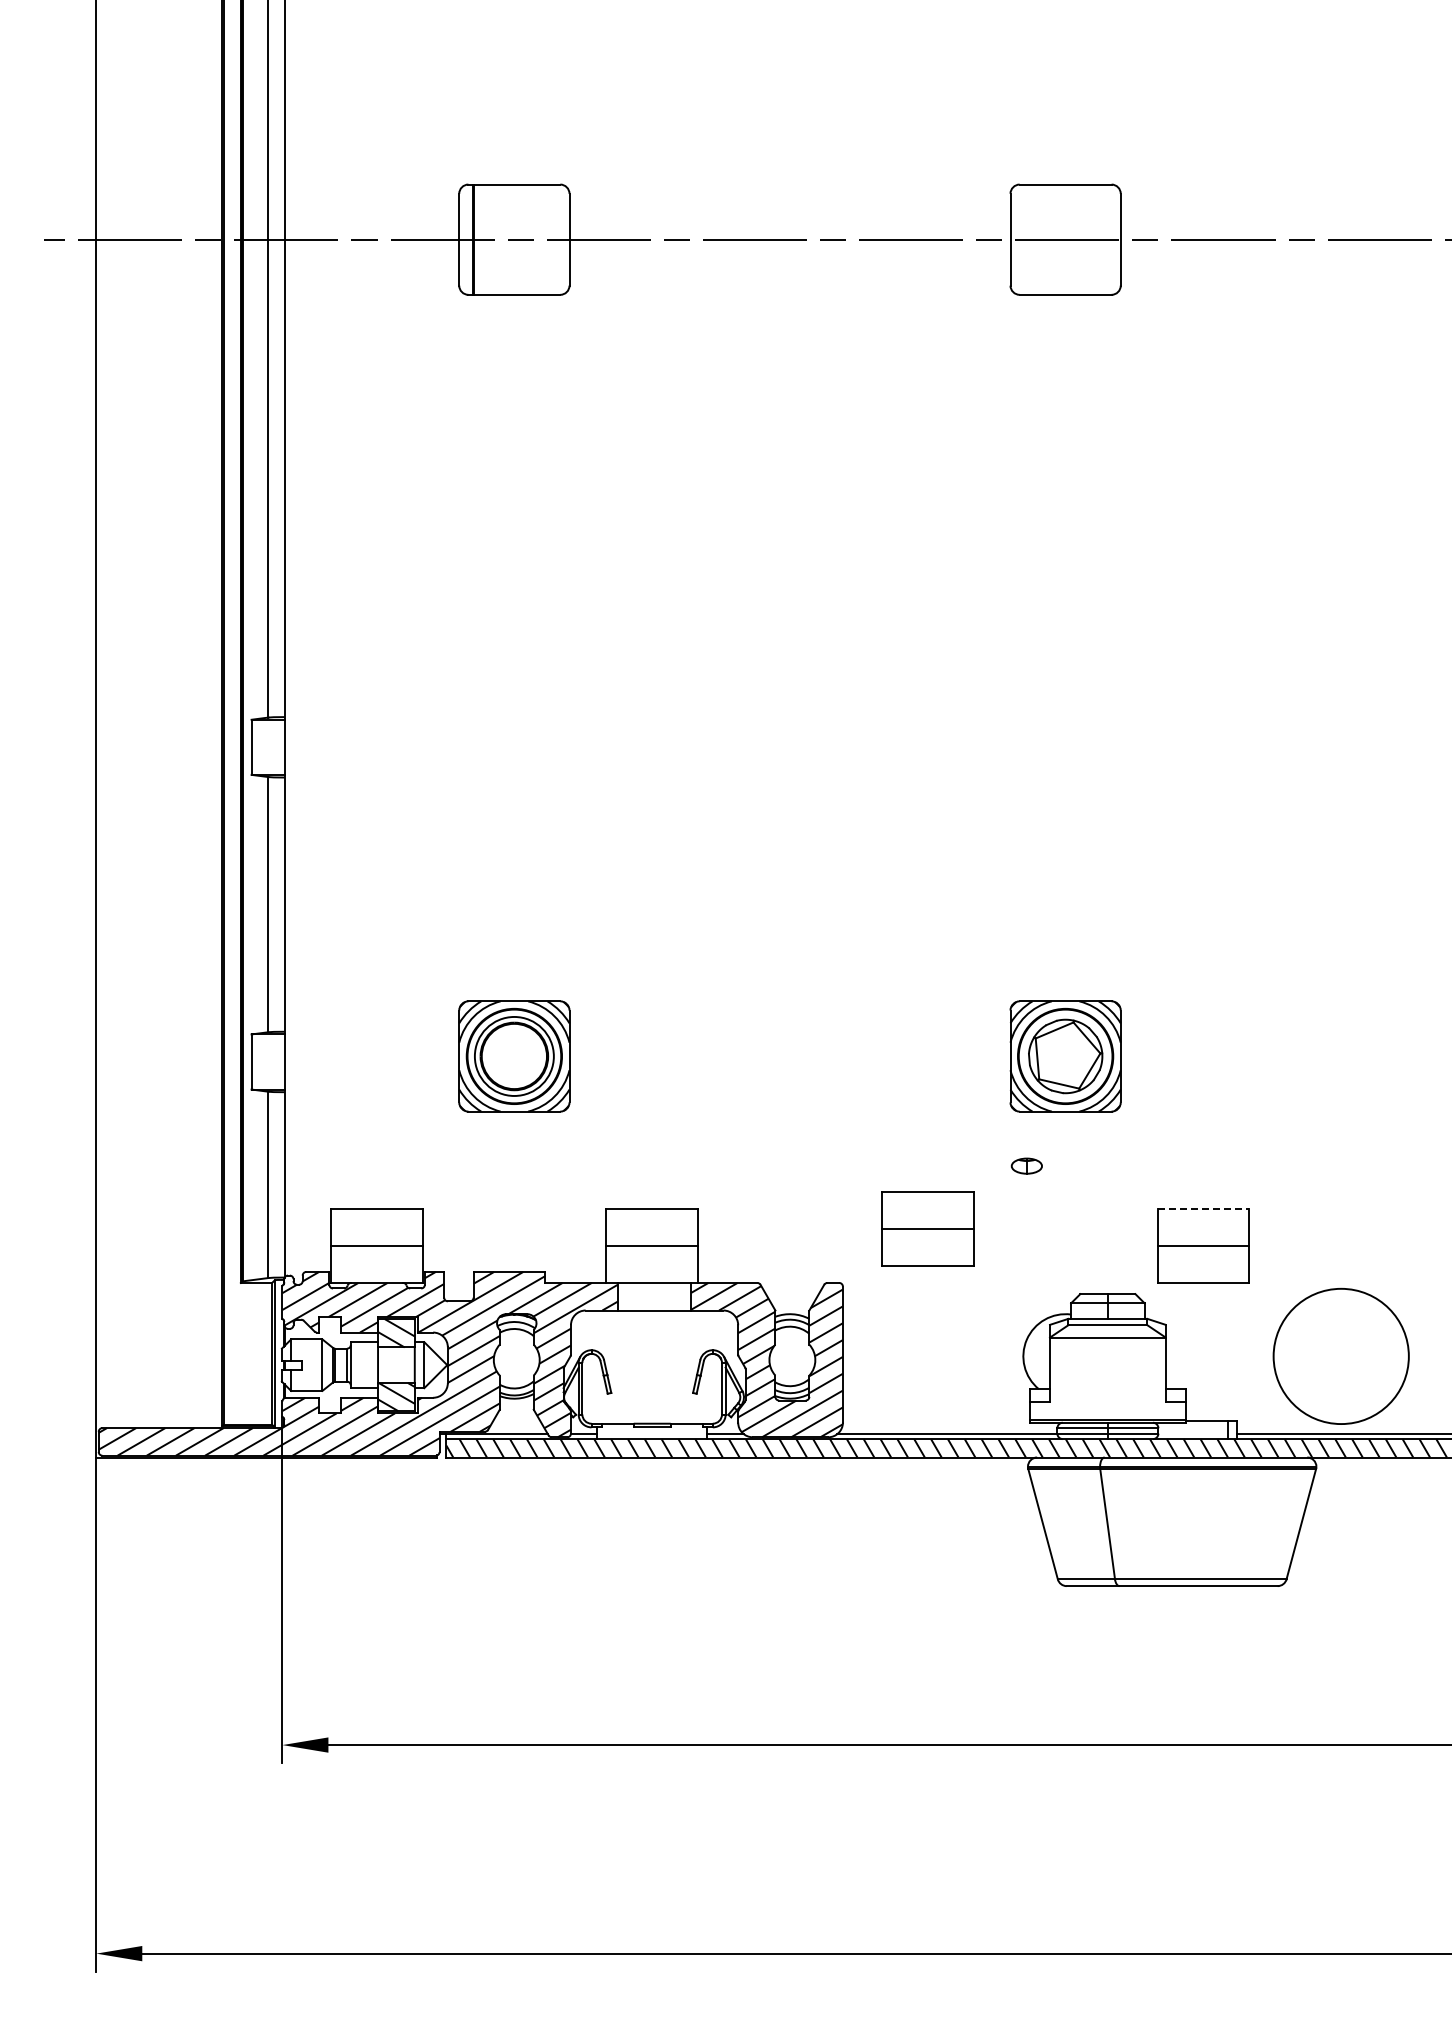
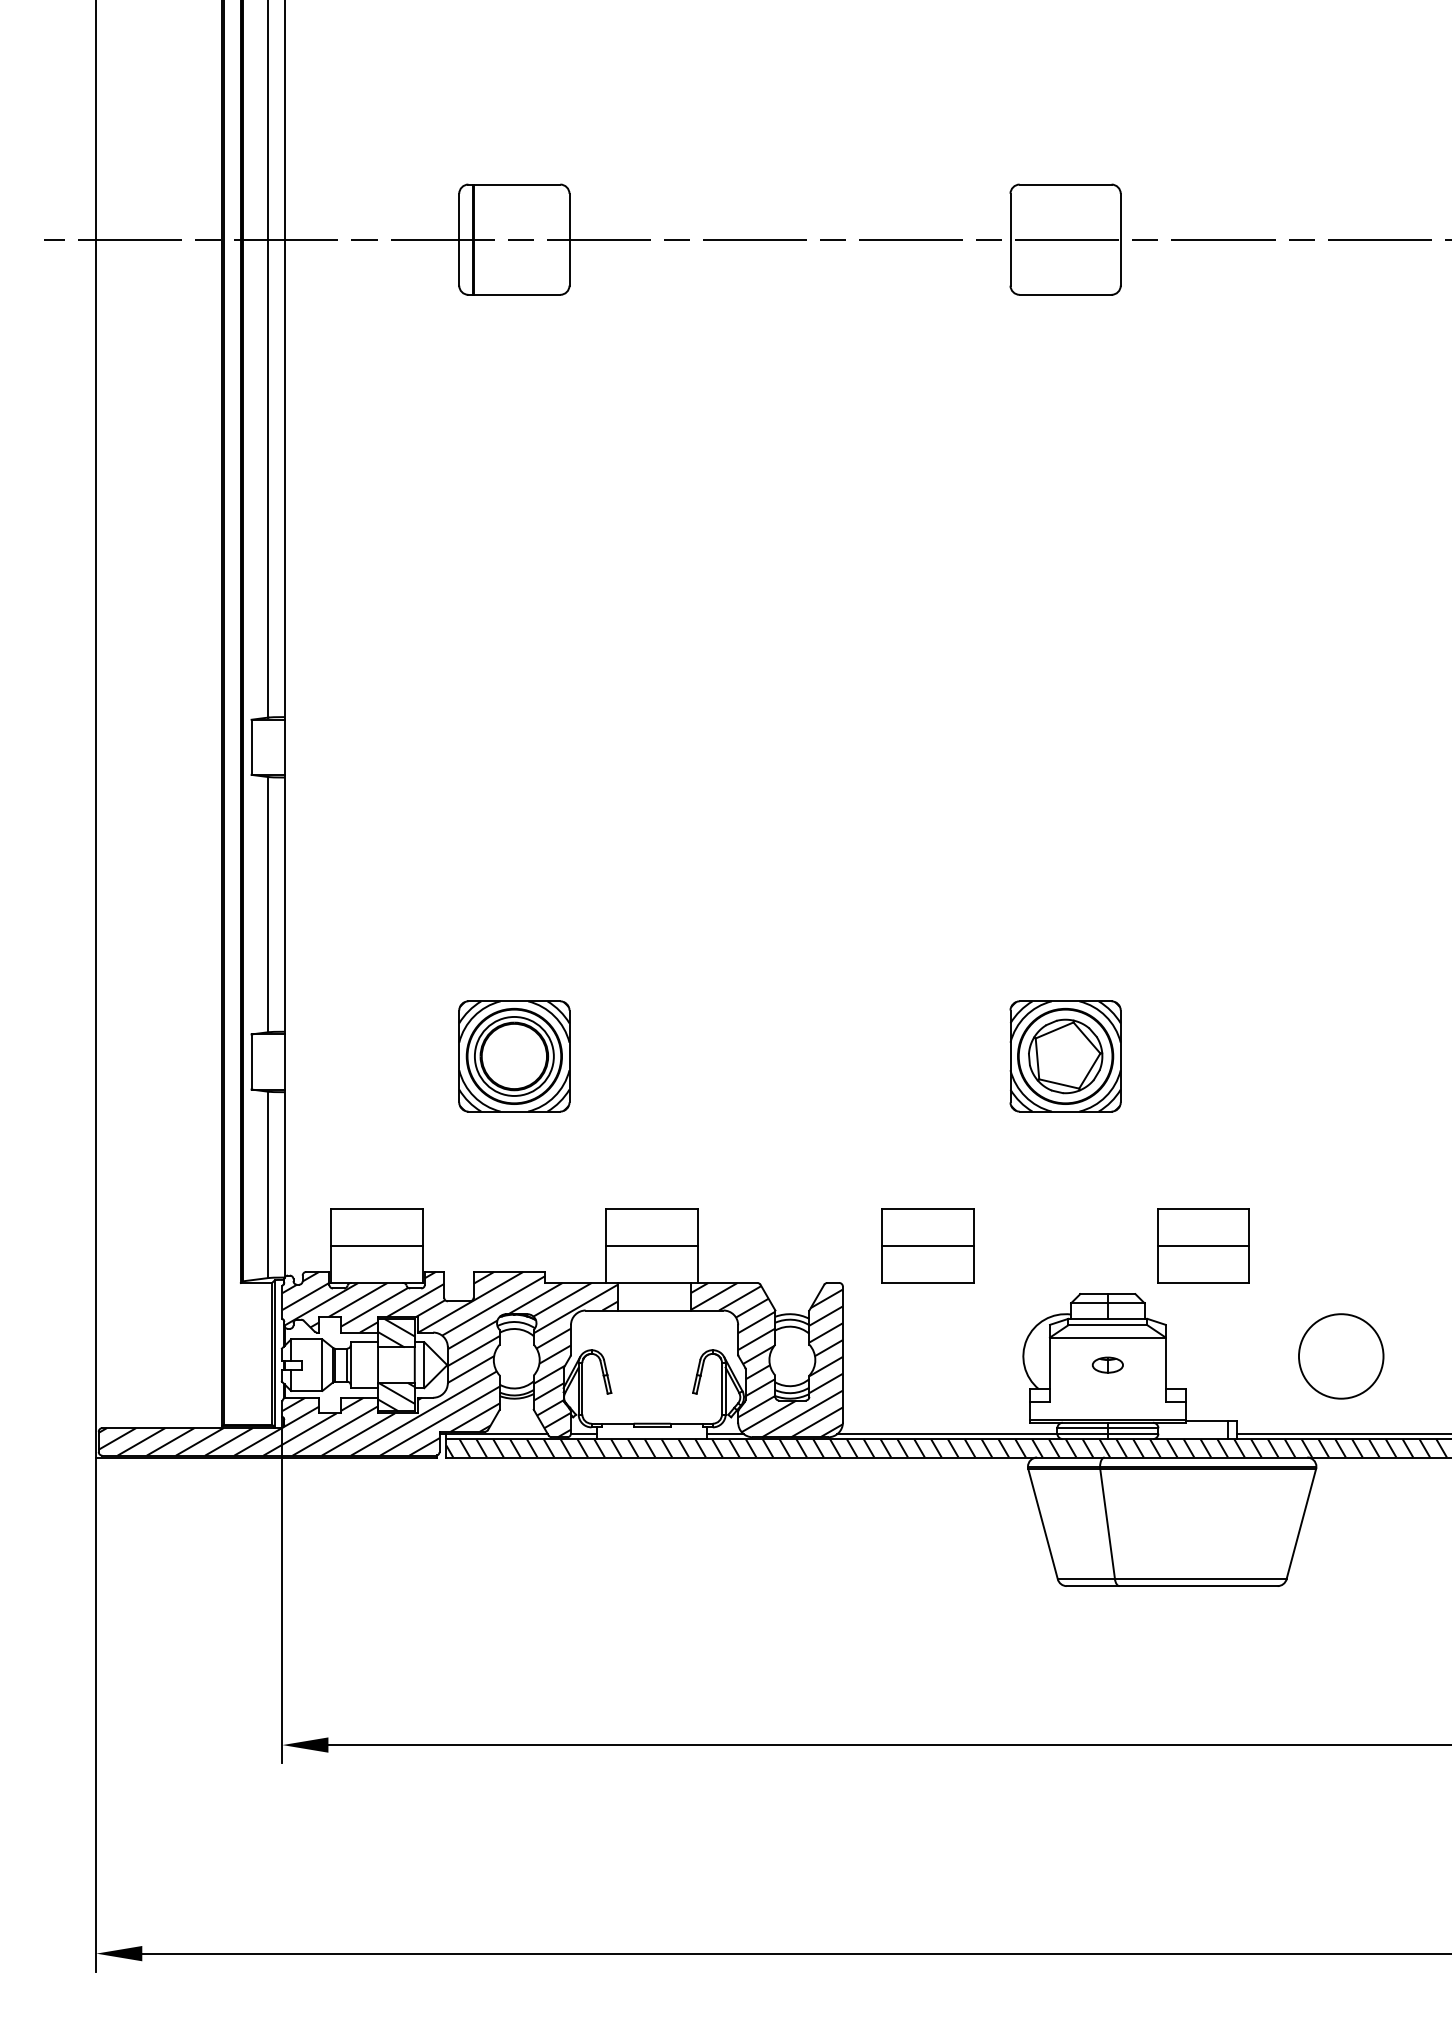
part at (1026, 1165) position: (1026, 1165) -> (1107, 1364)
line at (1203, 1209): dashed -> solid
part at (927, 1228) position: (927, 1228) -> (927, 1245)
circle at (1340, 1356) diameter: 135 px -> 85 px
